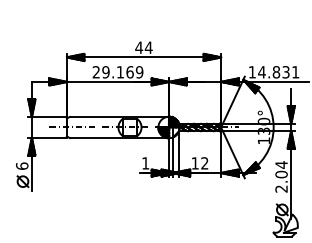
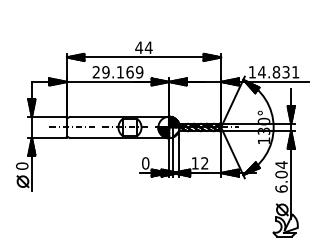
text at (145, 163): 1 -> 0
text at (22, 165): 6 -> 0
text at (281, 188): 2.04 -> 6.04
